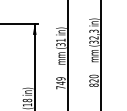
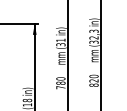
text at (60, 81): 749 -> 780
